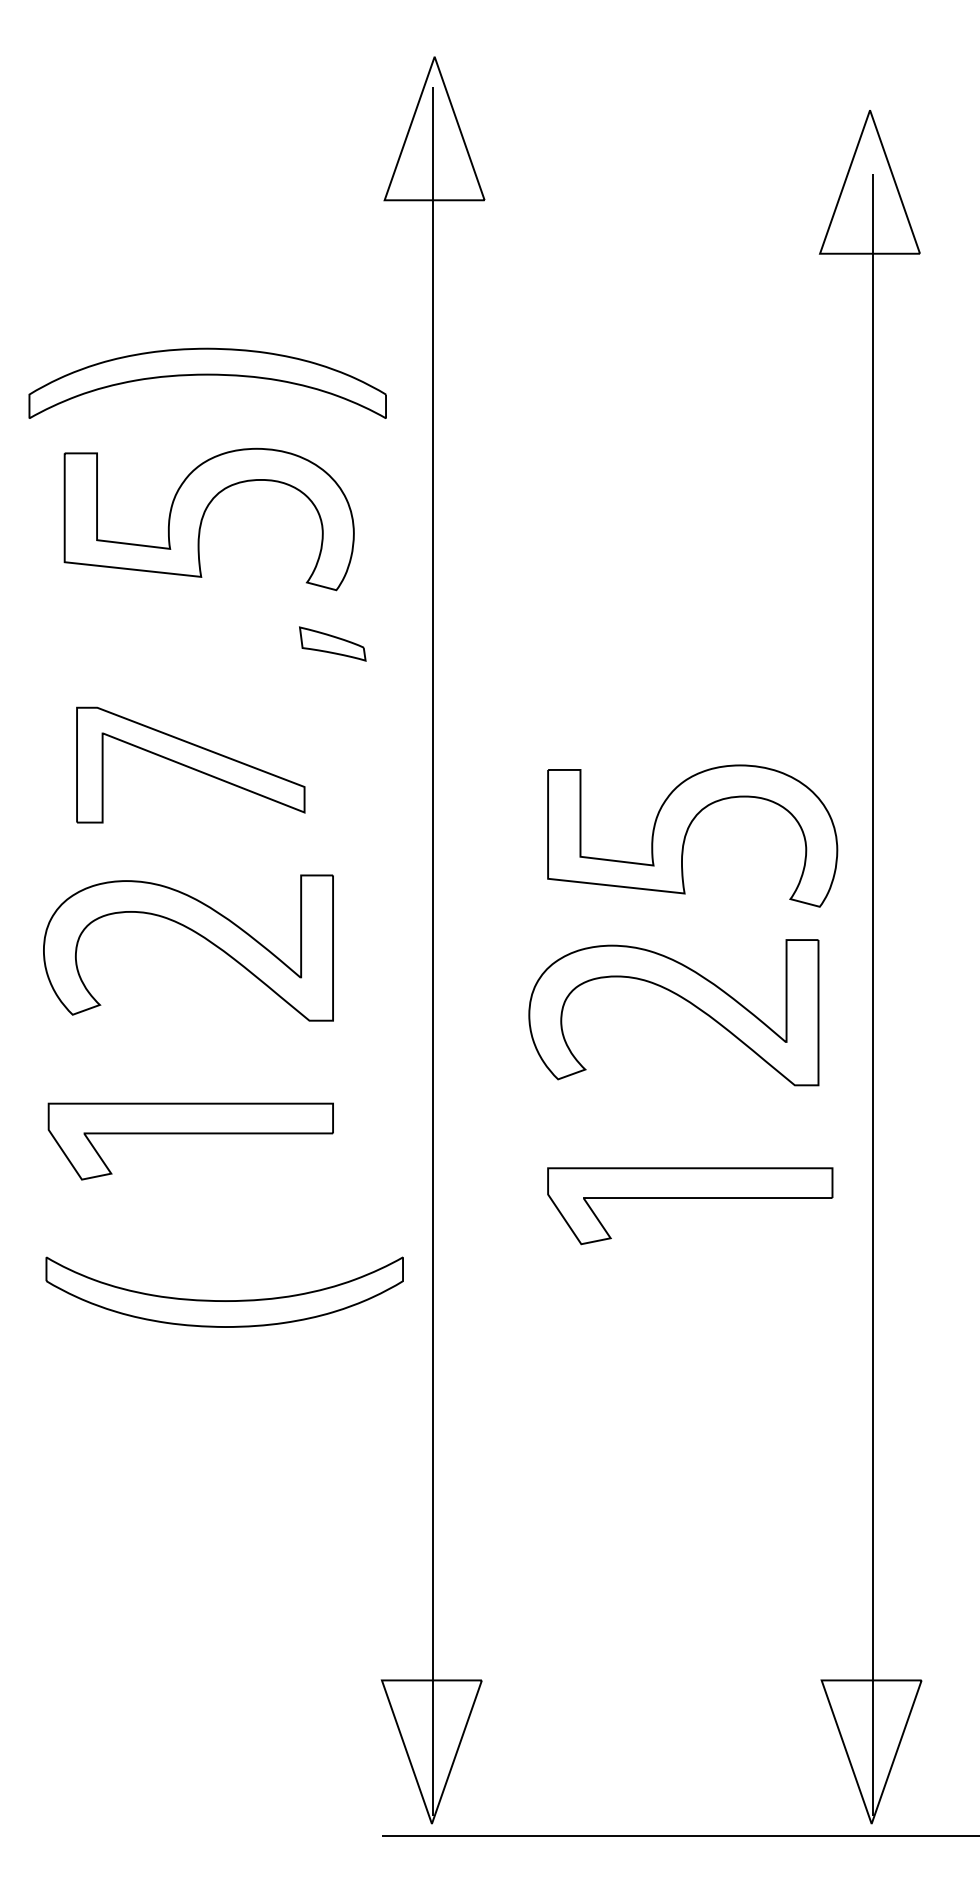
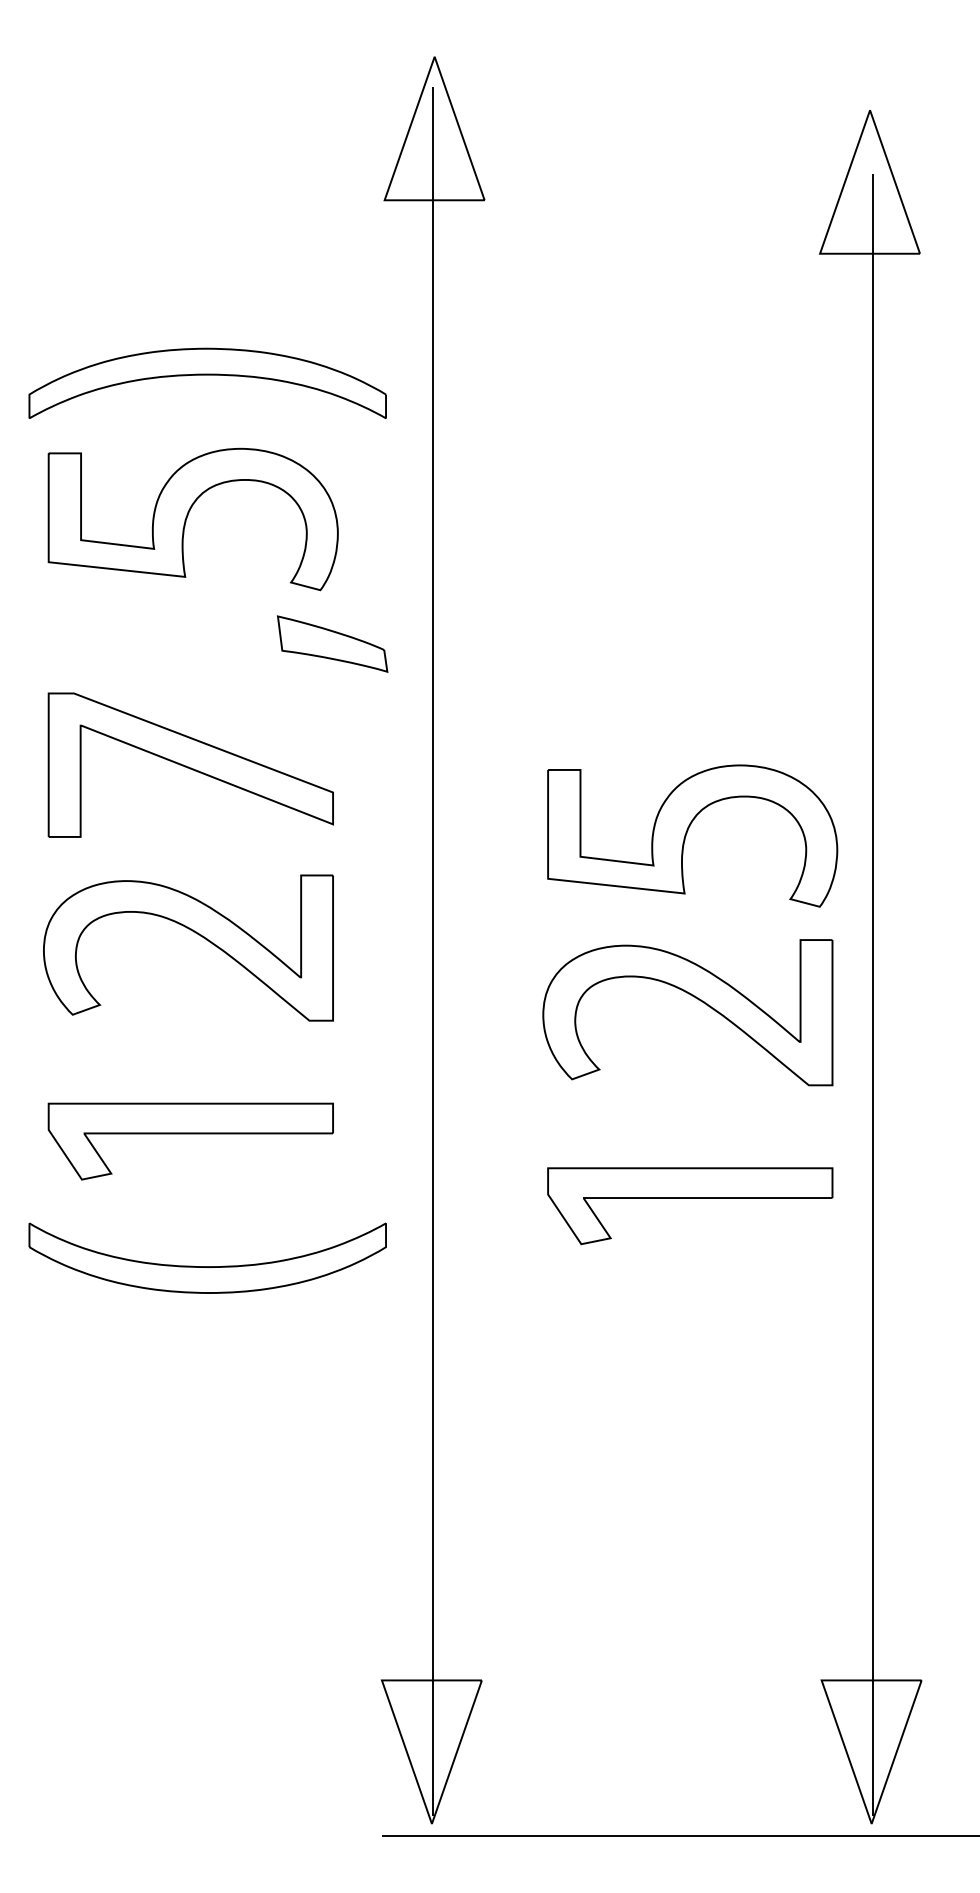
part at (208, 519) position: (208, 519) -> (192, 519)
part at (332, 643) size: 68x36 px -> 112x58 px
part at (190, 764) size: 230x118 px -> 287x146 px
part at (681, 998) position: (681, 998) -> (695, 998)
part at (224, 1300) position: (224, 1300) -> (207, 1266)
